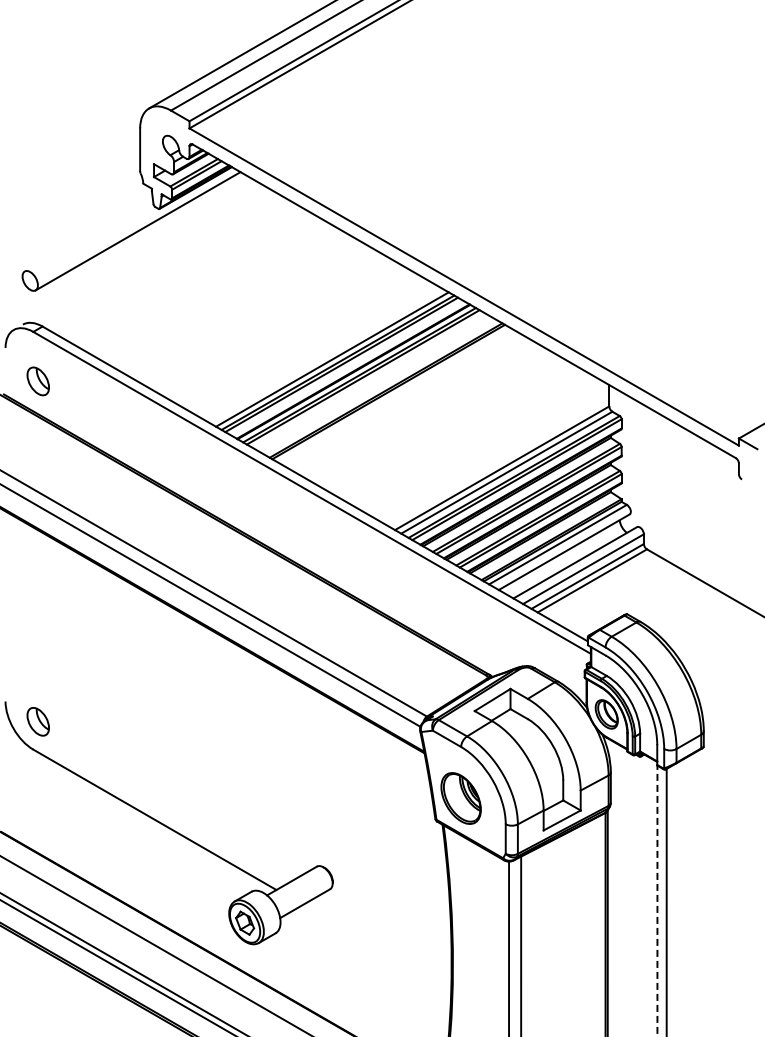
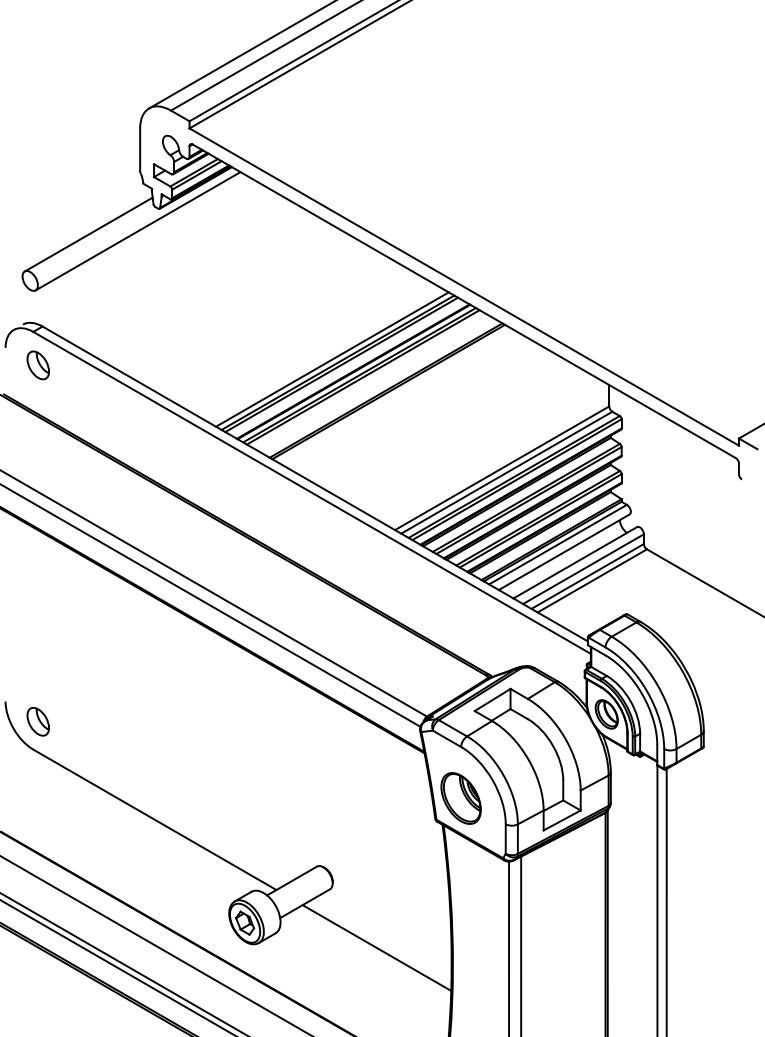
line at (88, 234): none -> present
part at (37, 381) position: (37, 381) -> (37, 365)
line at (657, 900): dashed -> solid
line at (376, 947): none -> present
